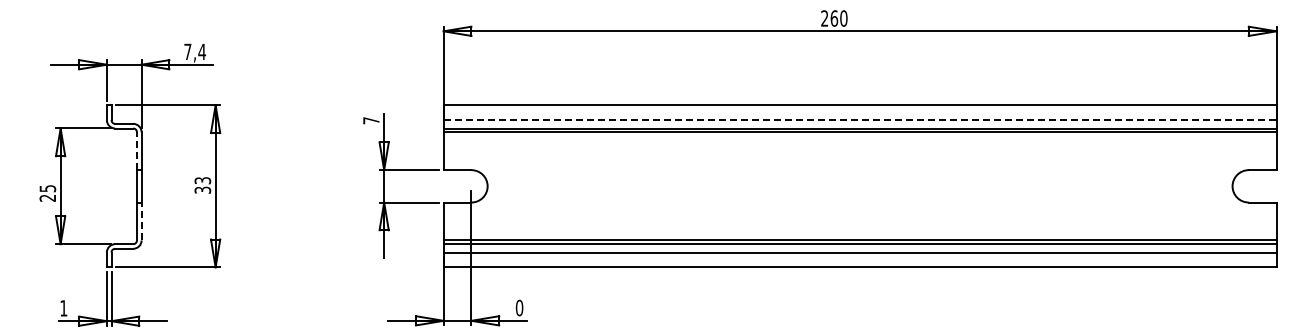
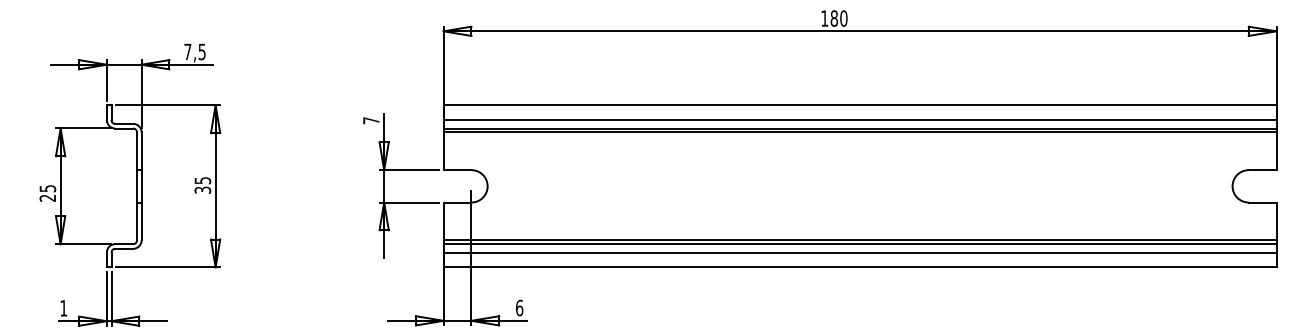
text at (829, 18): 260 -> 180
text at (202, 51): 7,4 -> 7,5
line at (860, 120): dashed -> solid
line at (136, 151): dashed -> solid
text at (202, 180): 33 -> 35
line at (141, 221): dashed -> solid
text at (519, 307): 0 -> 6
